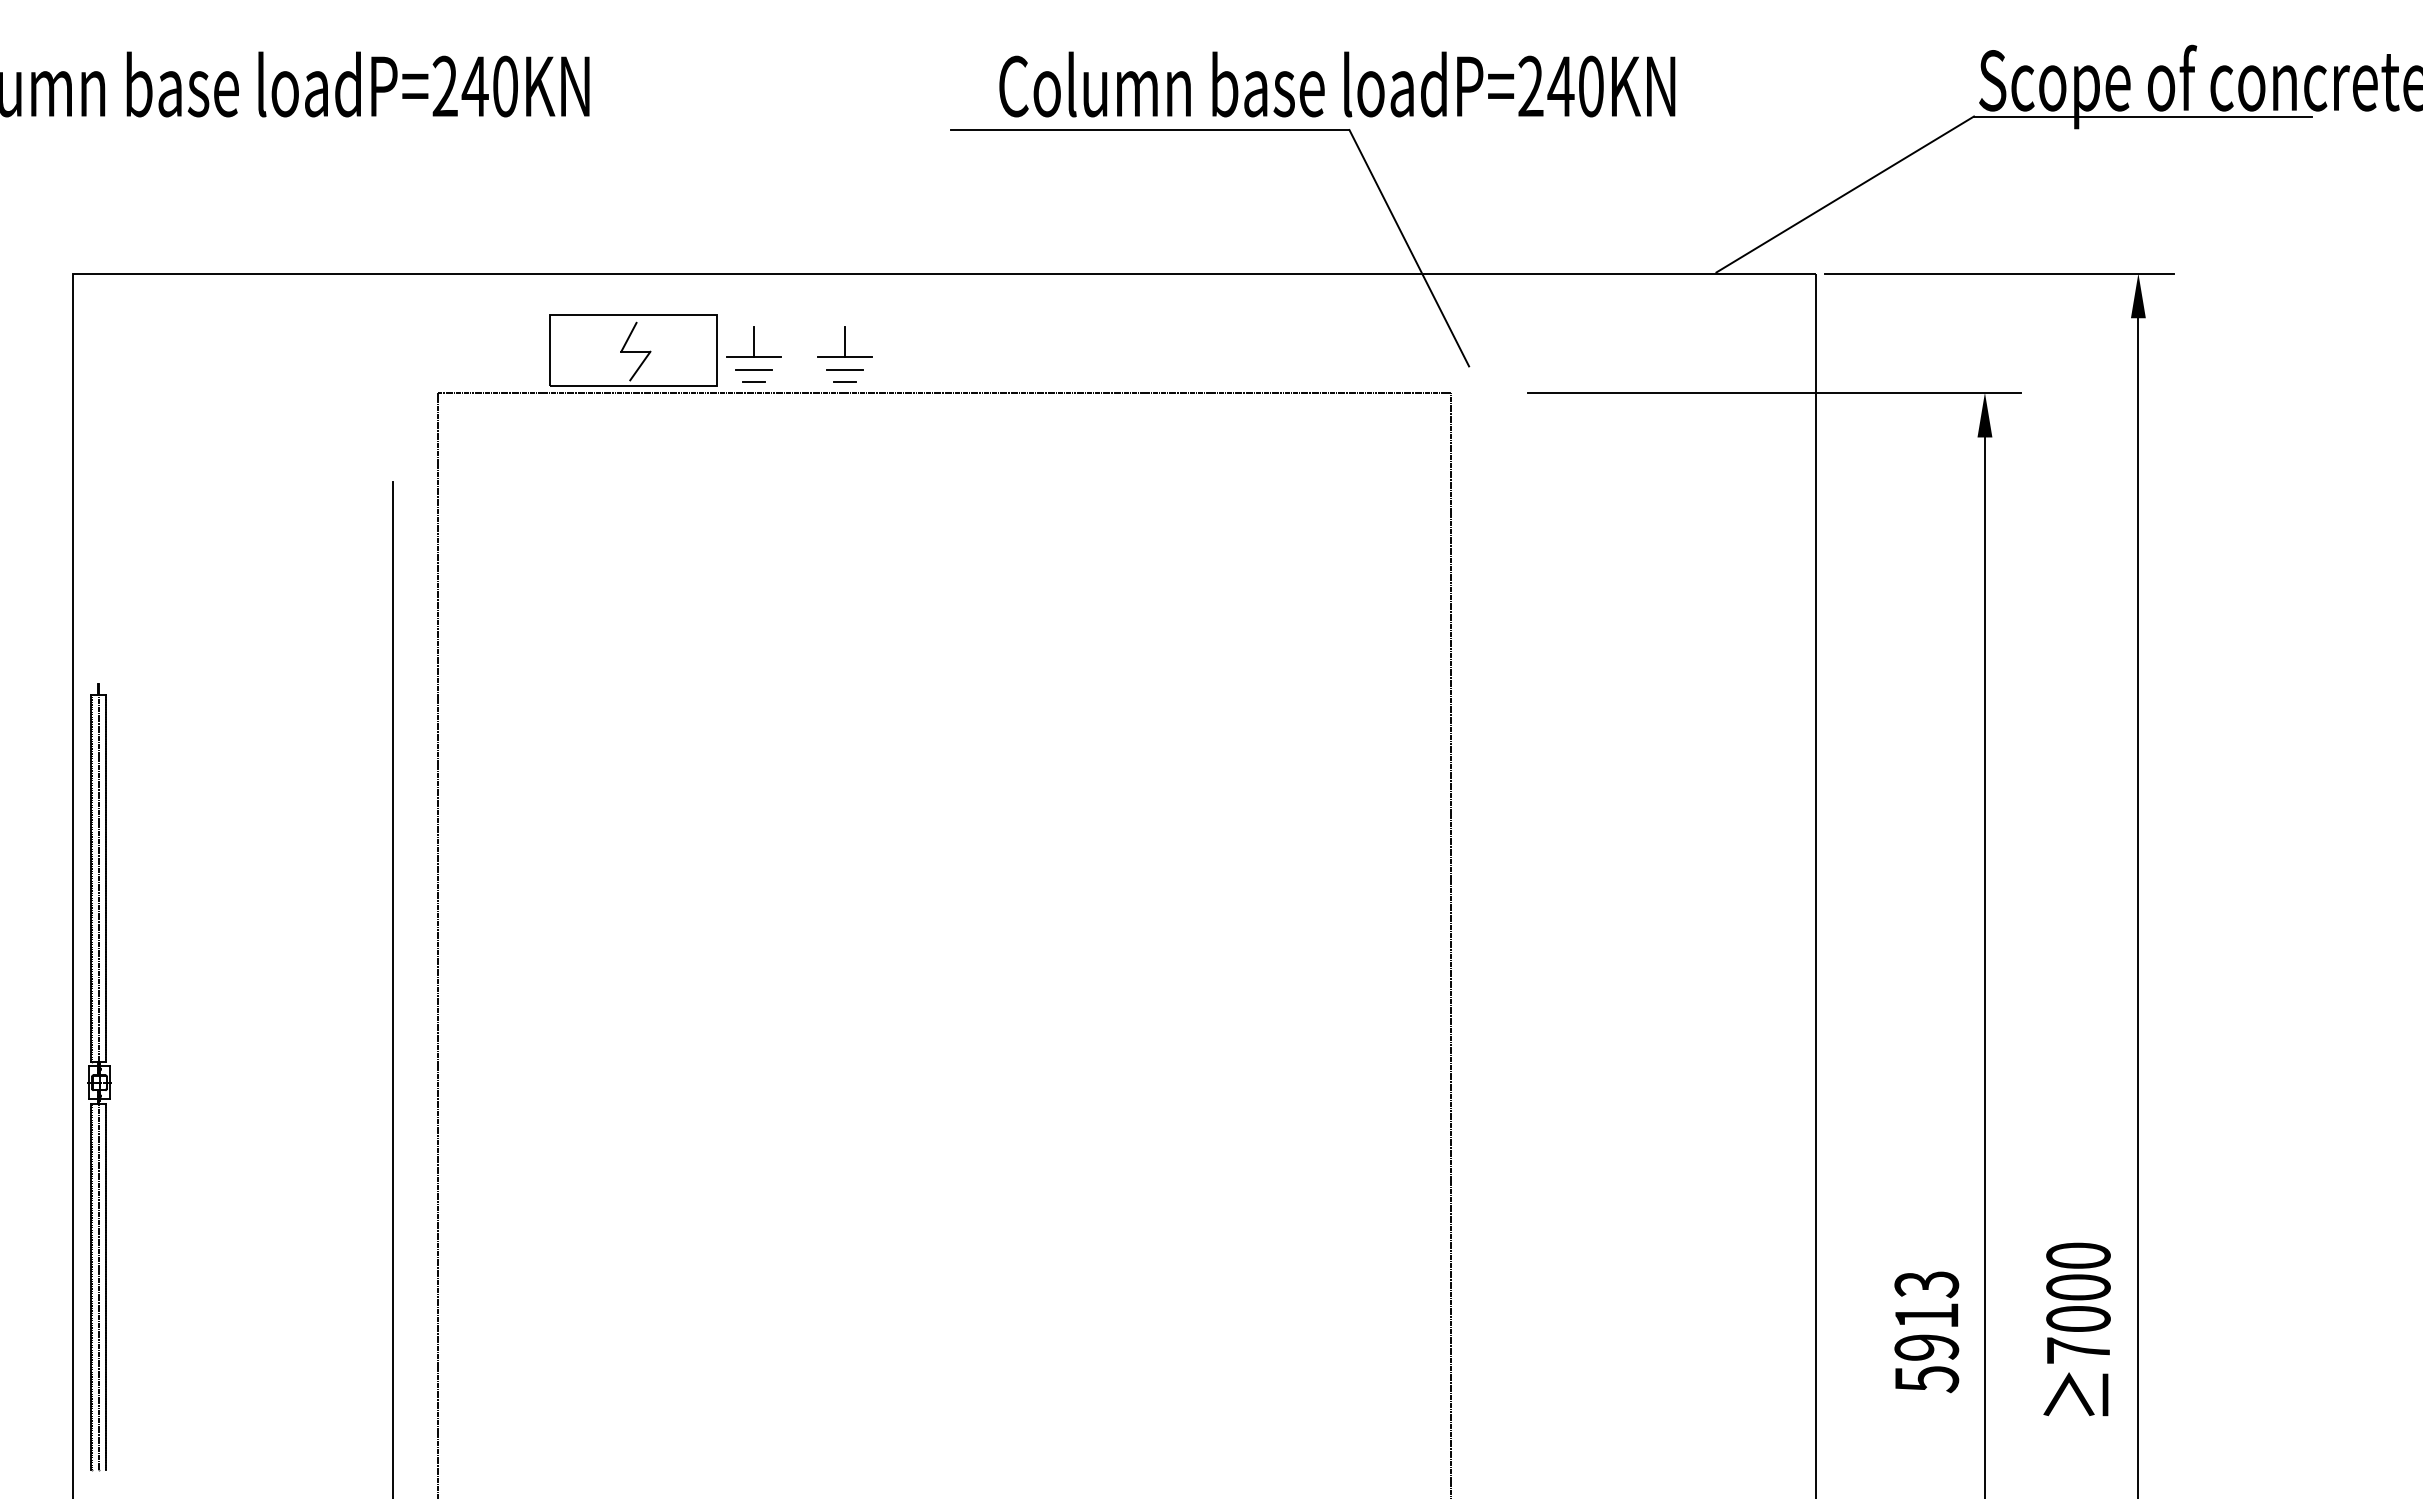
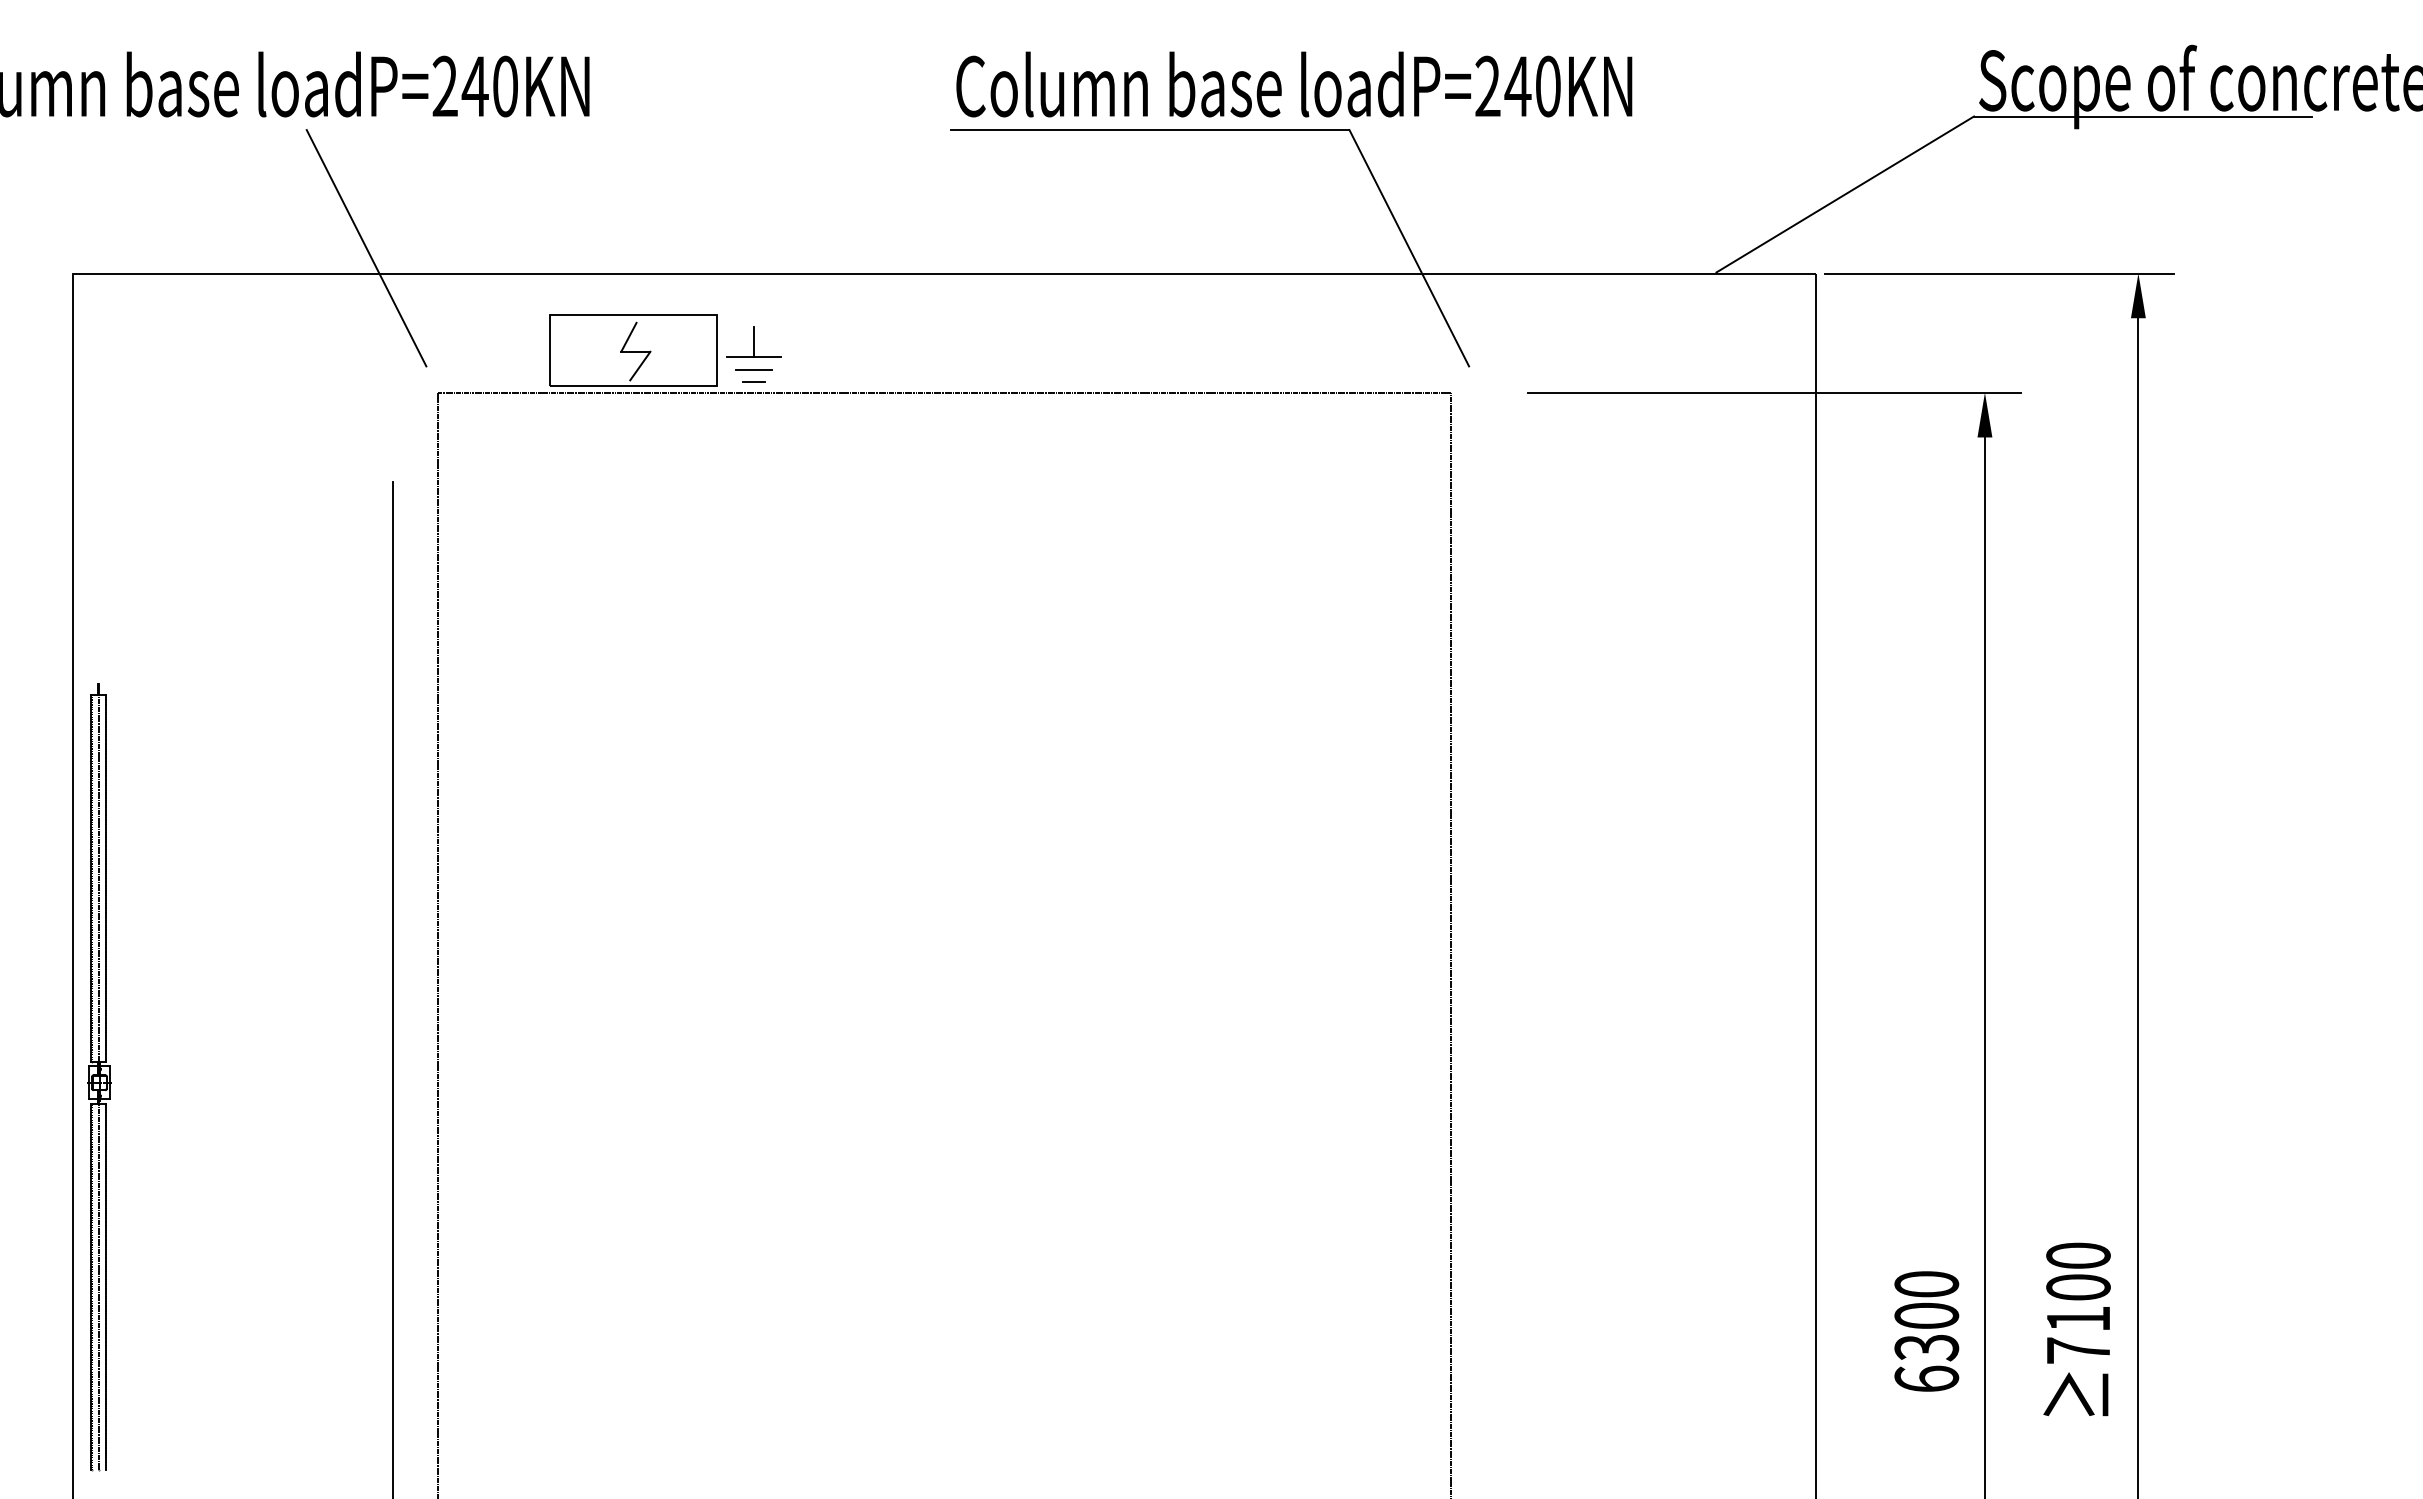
text at (1337, 84) position: (1337, 84) -> (1294, 84)
line at (366, 248): none -> present
part at (844, 354): present -> none
text at (2078, 1318): 7000 -> 7100
text at (1926, 1332): 5913 -> 6300
